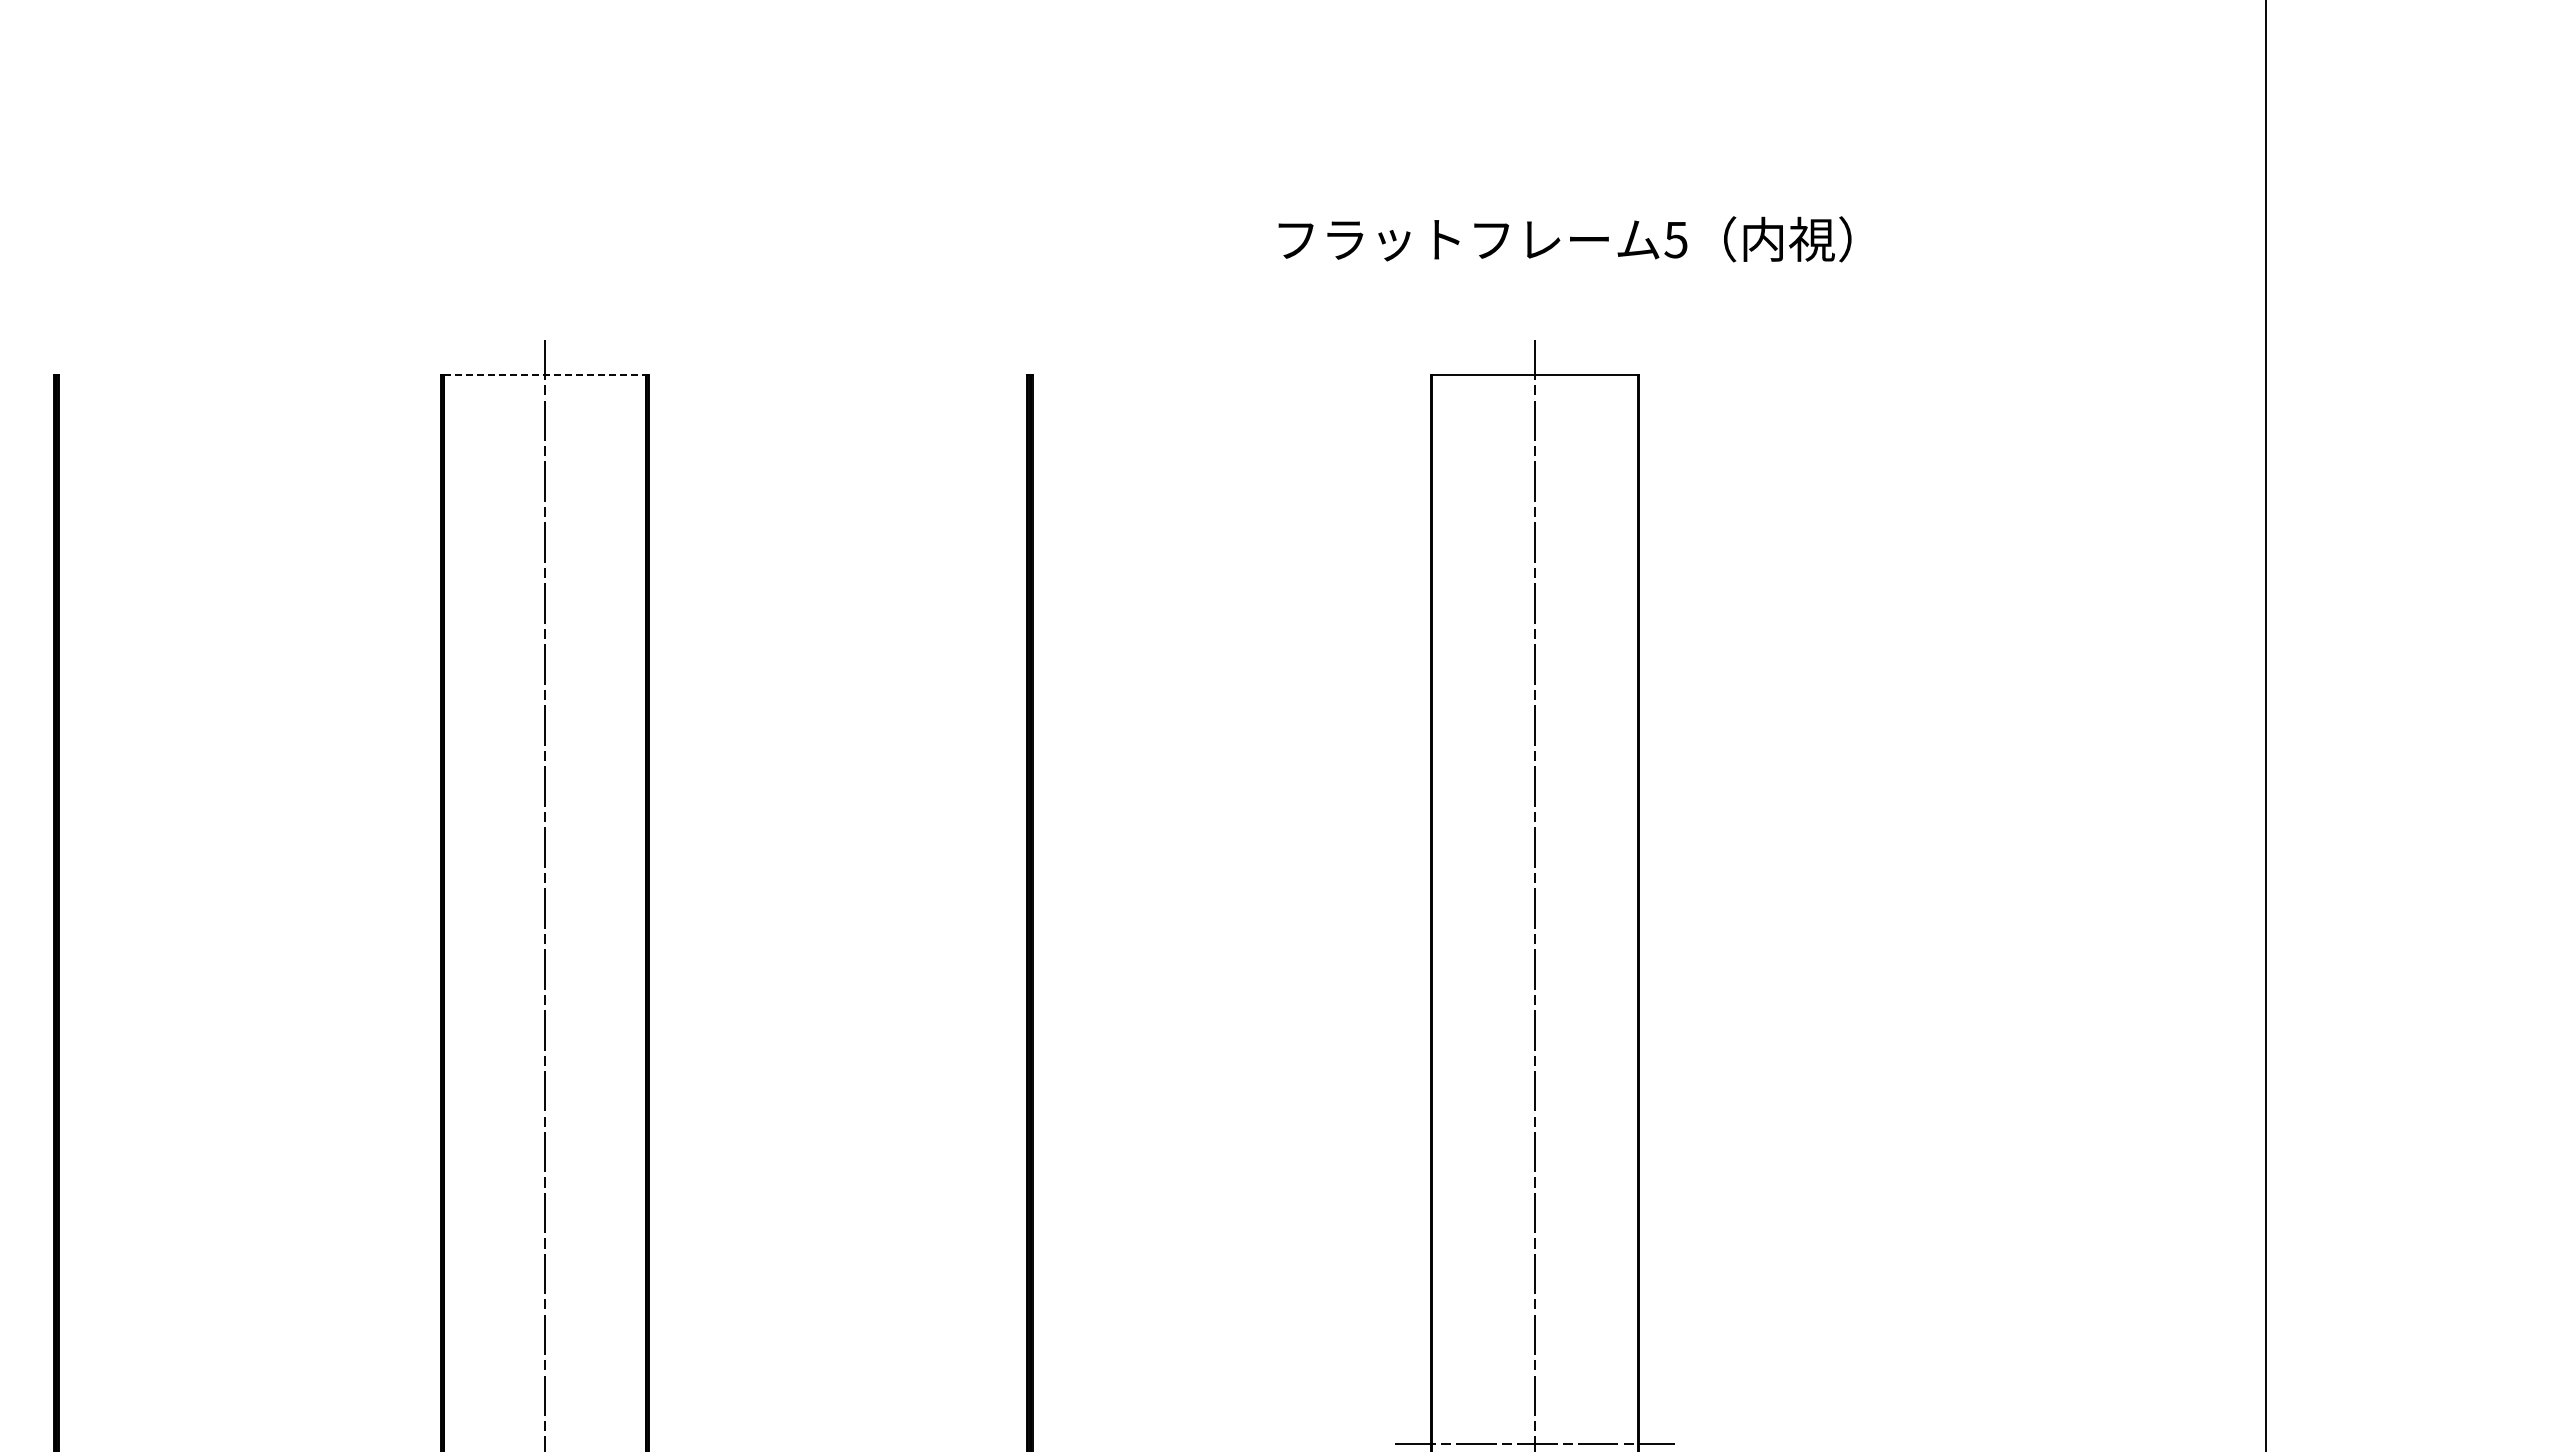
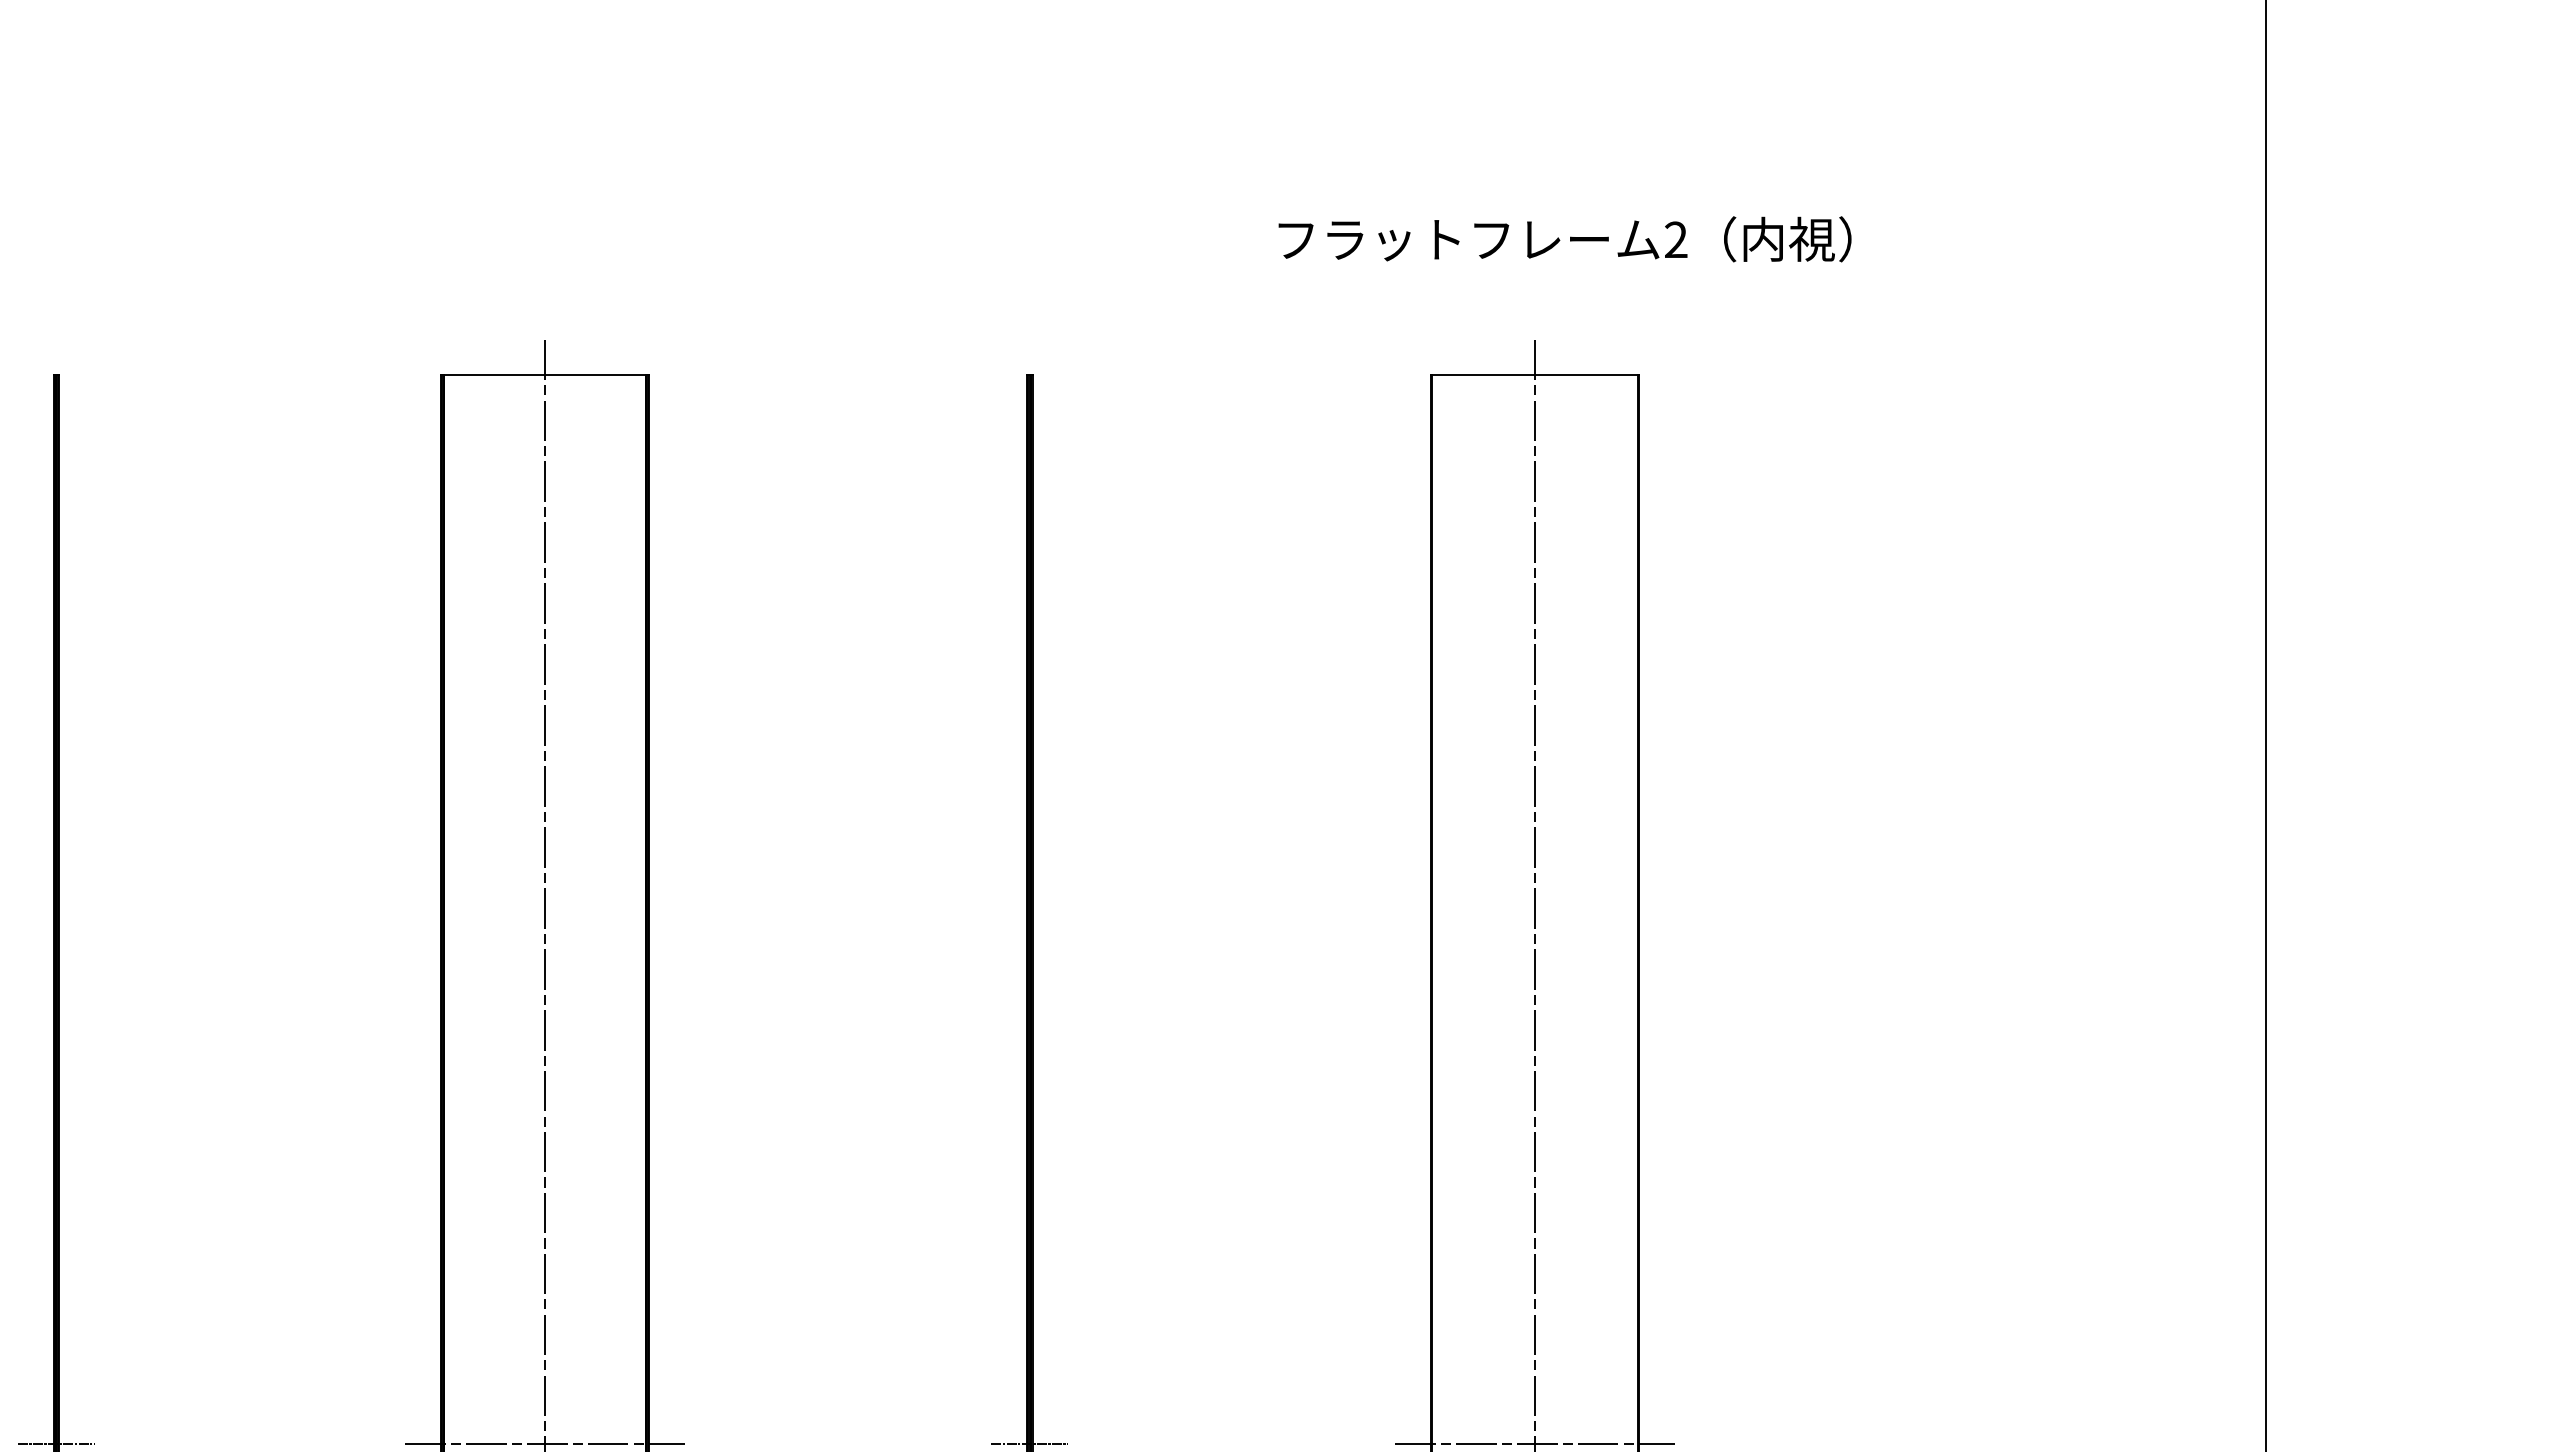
text at (1675, 239): 5 -> 2
line at (544, 375): dashed -> solid
line at (55, 1443): none -> present
line at (544, 1443): none -> present
line at (1029, 1443): none -> present
